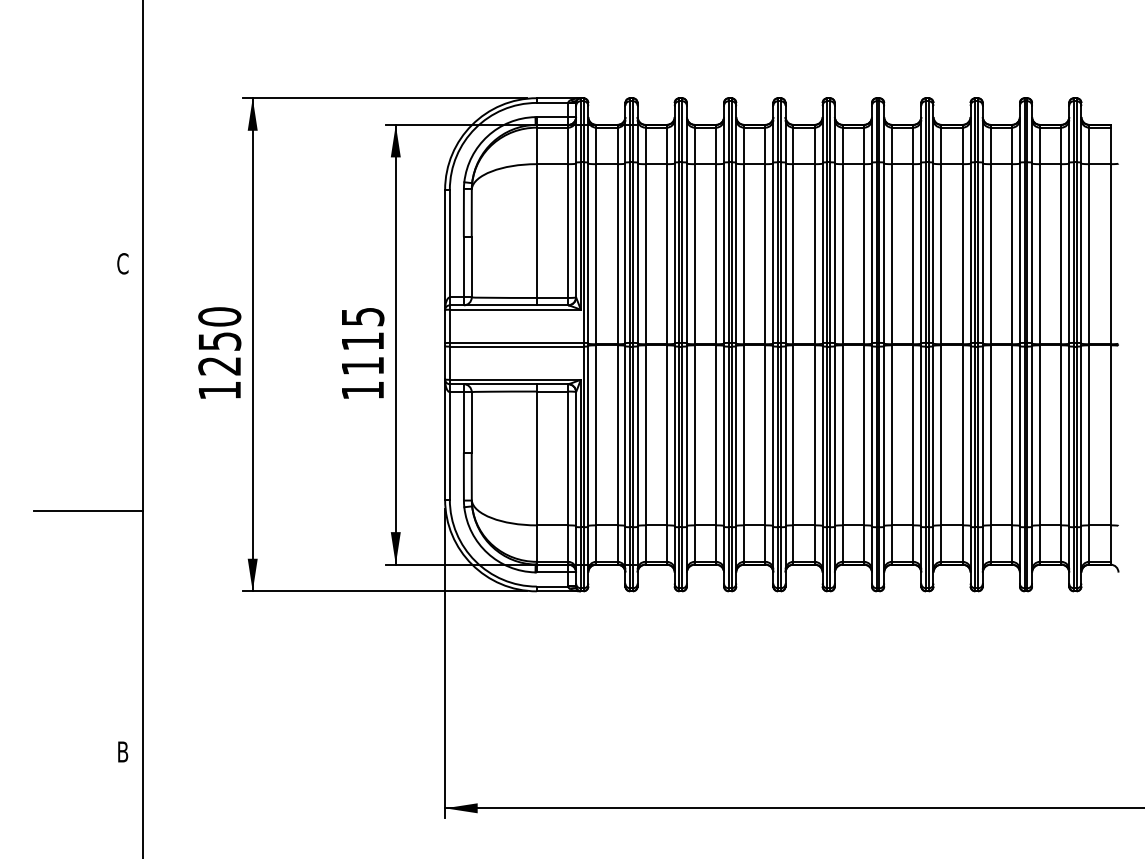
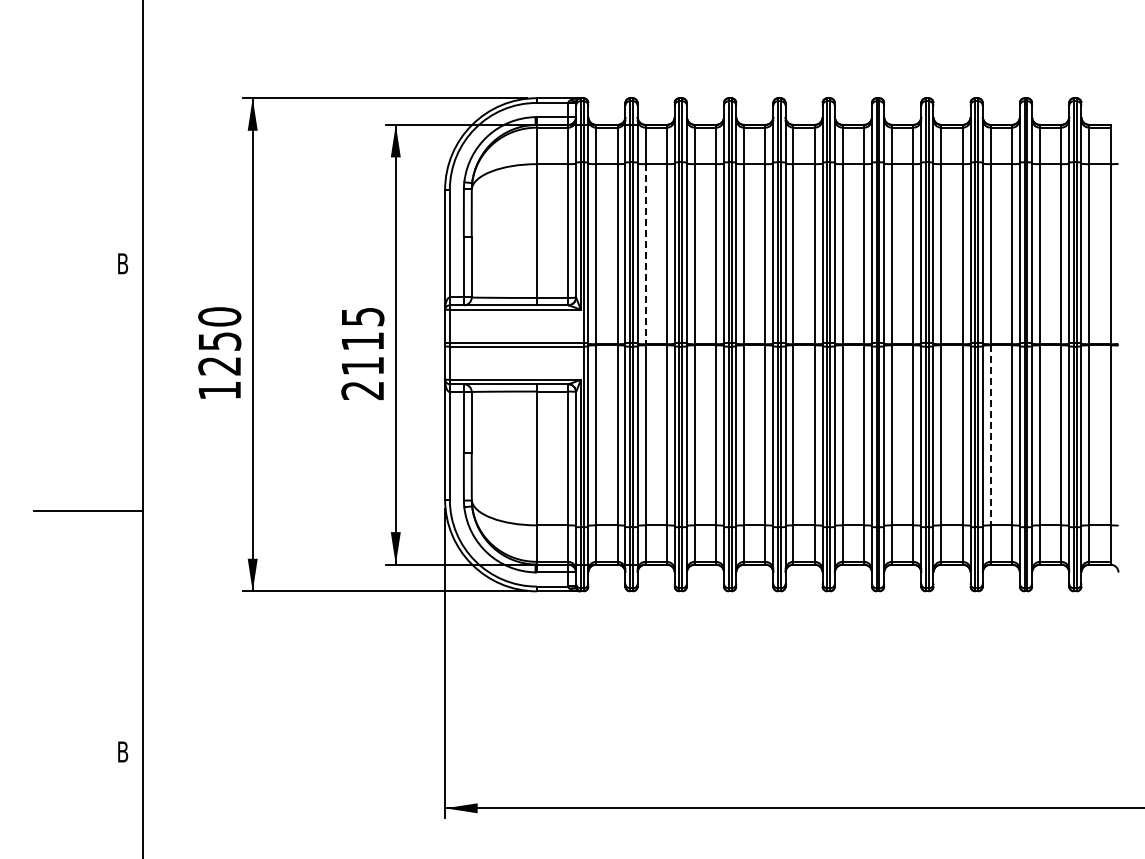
line at (645, 254): solid -> dashed
text at (122, 263): C -> B
text at (362, 391): 1115 -> 2115
line at (990, 435): solid -> dashed
